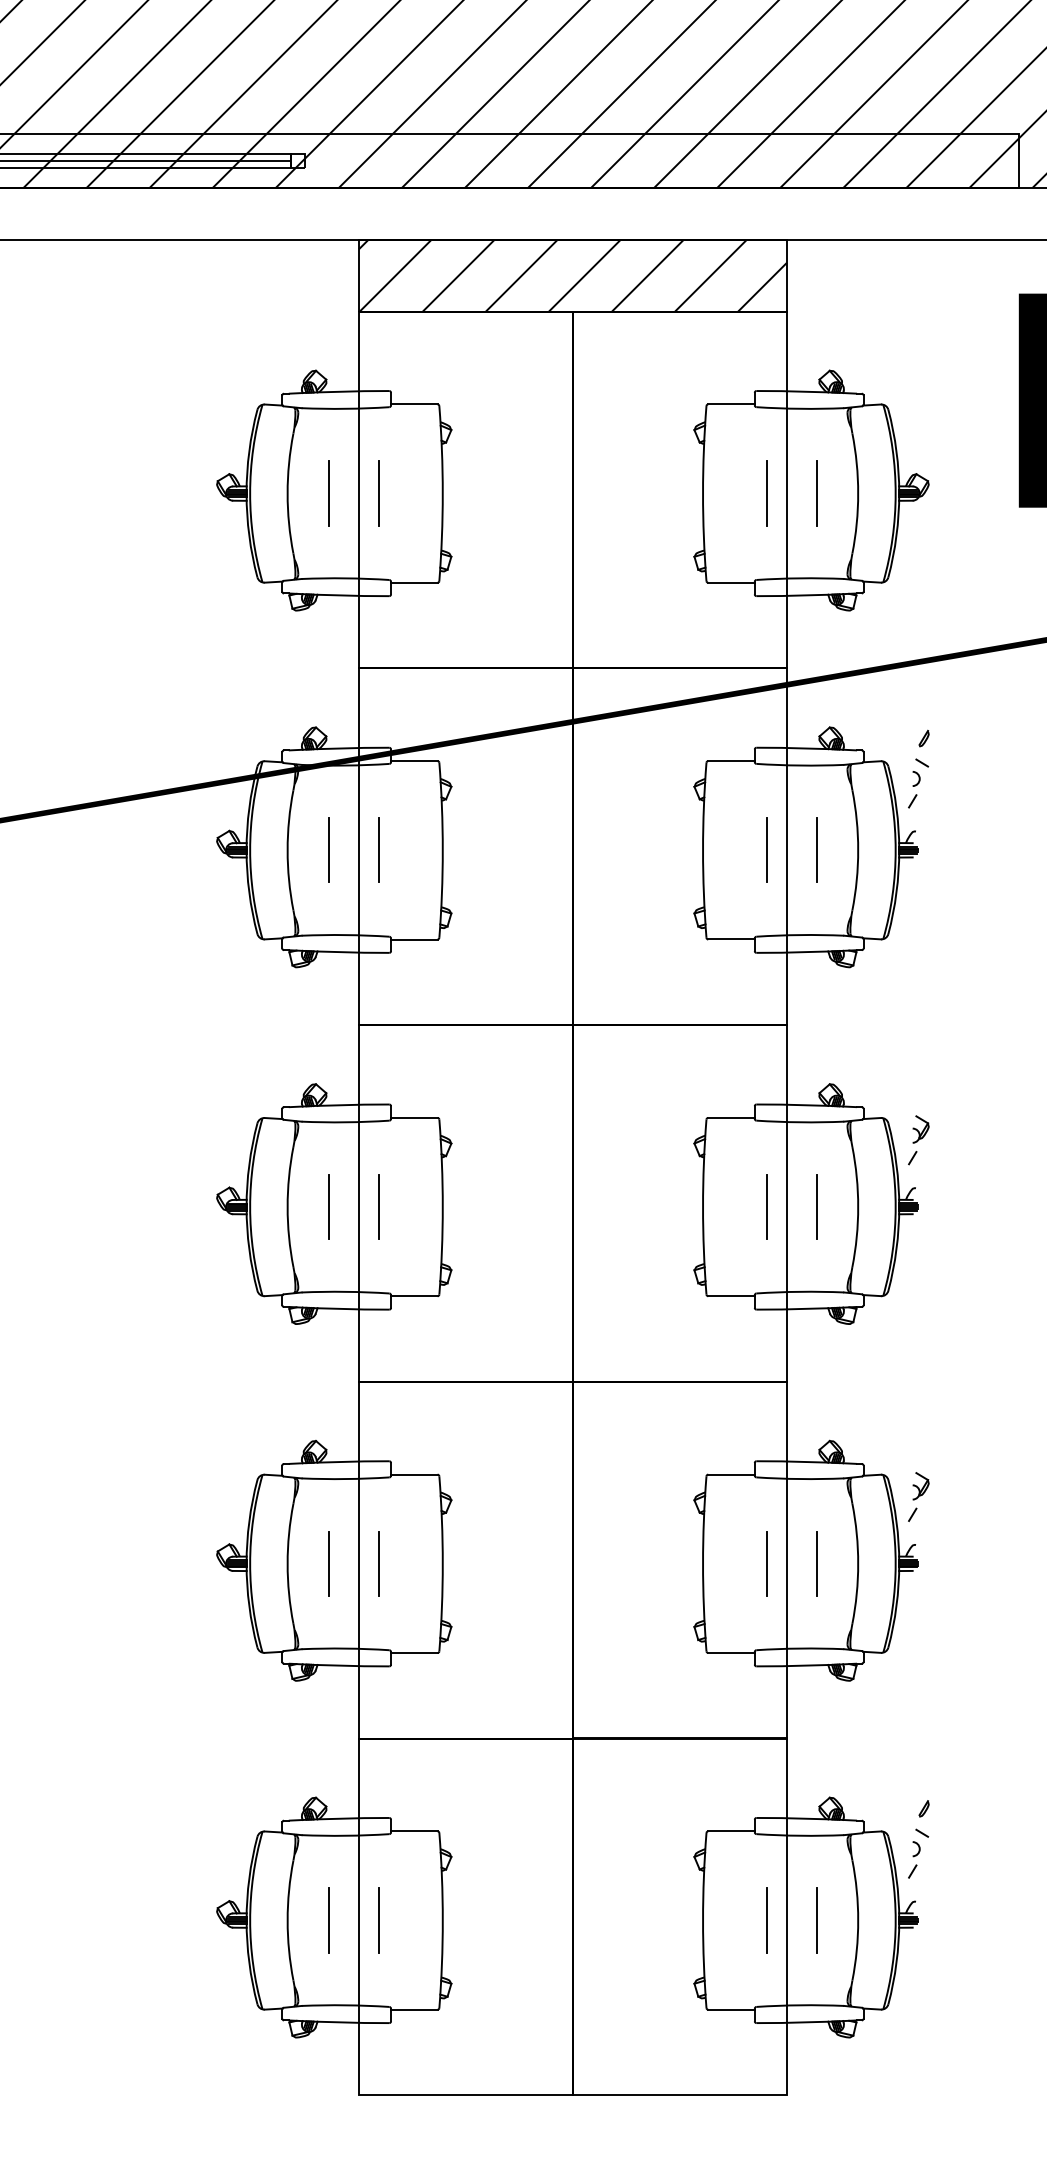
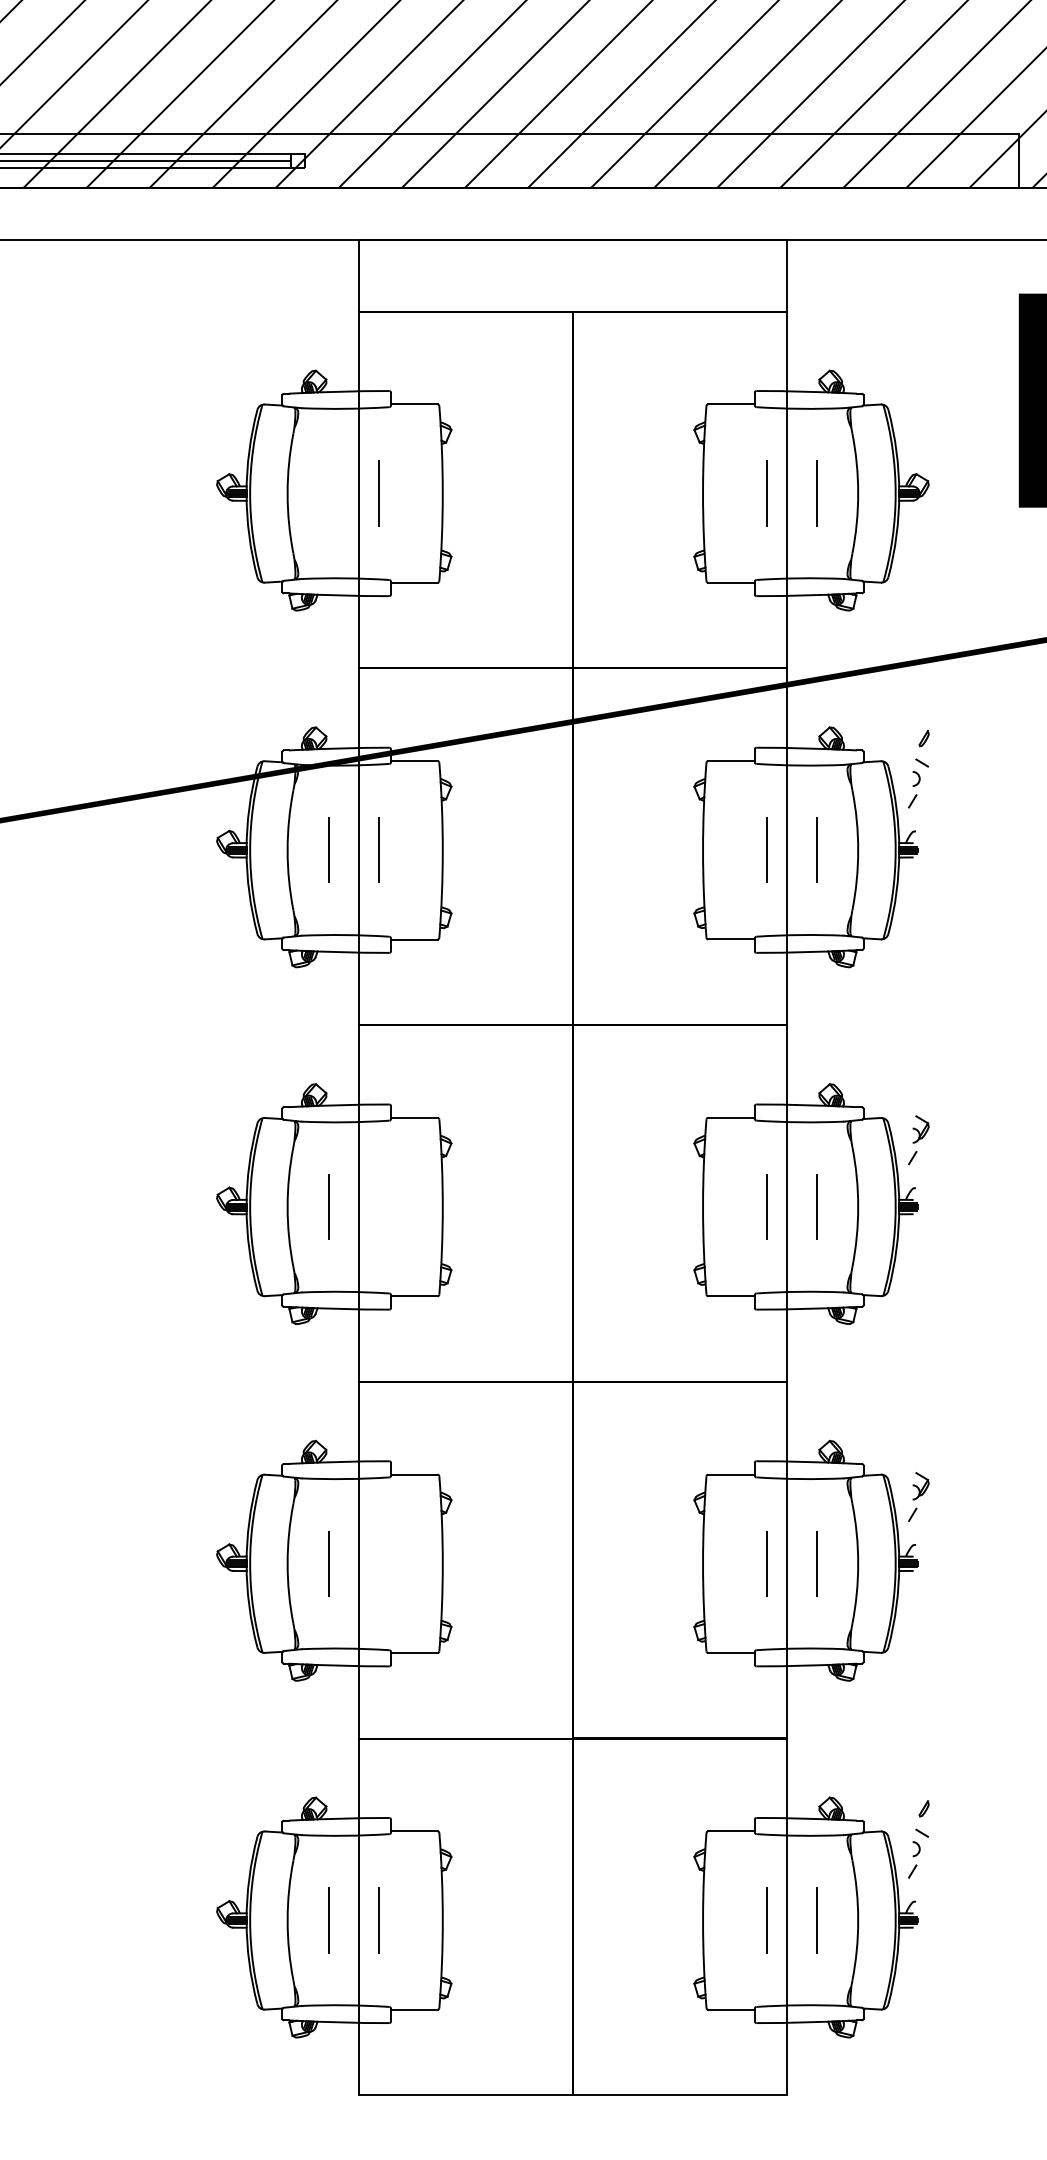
hatch at (572, 275): present -> none
line at (328, 493): present -> none
line at (378, 1206): present -> none
line at (378, 1563): present -> none
